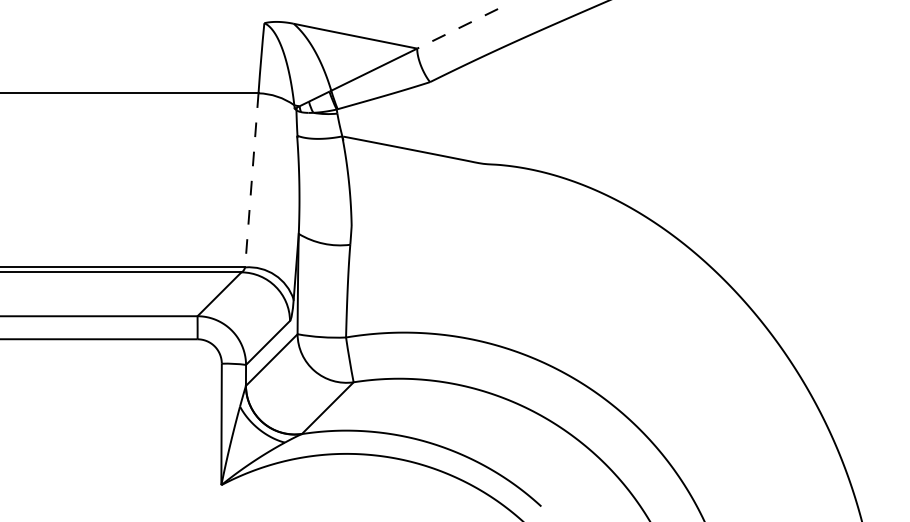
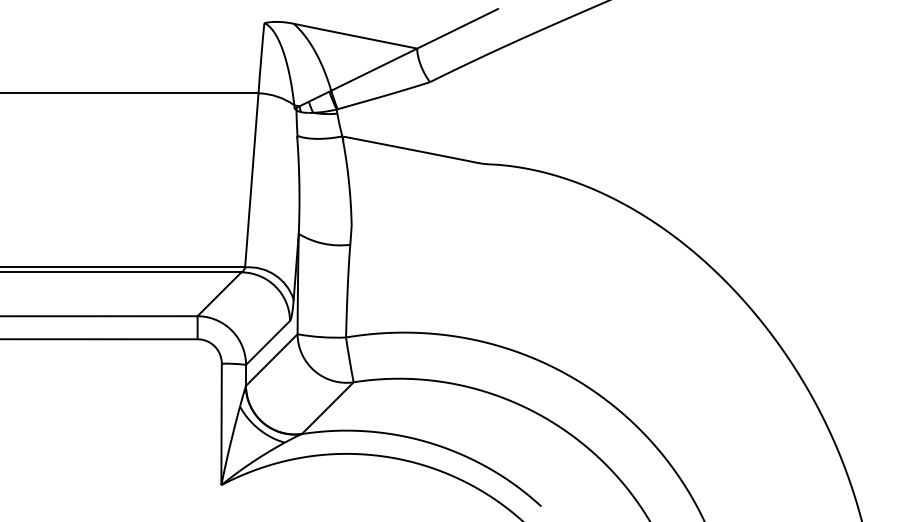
line at (457, 28): dashed -> solid
line at (251, 180): dashed -> solid
